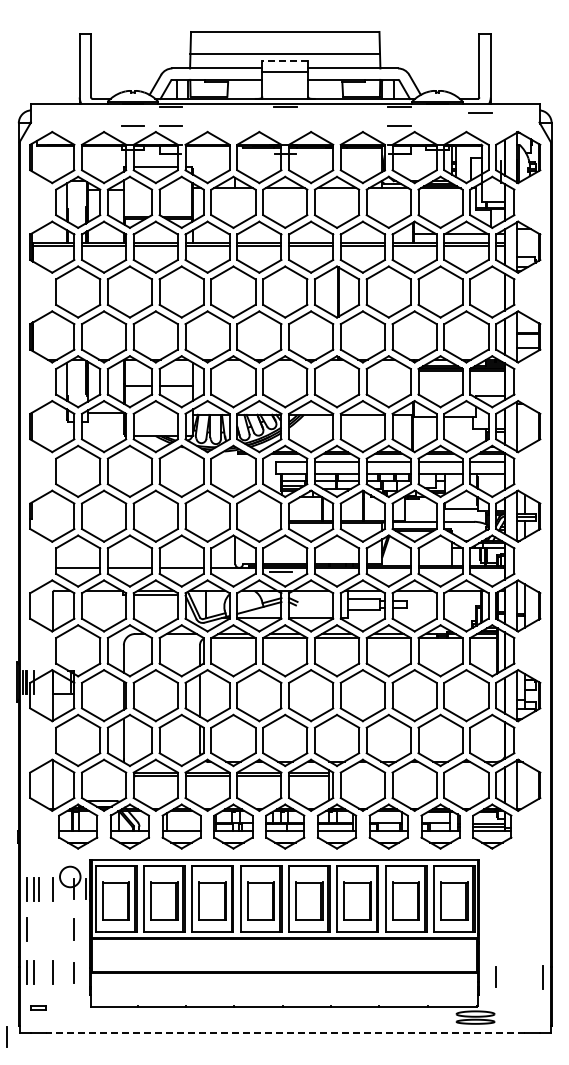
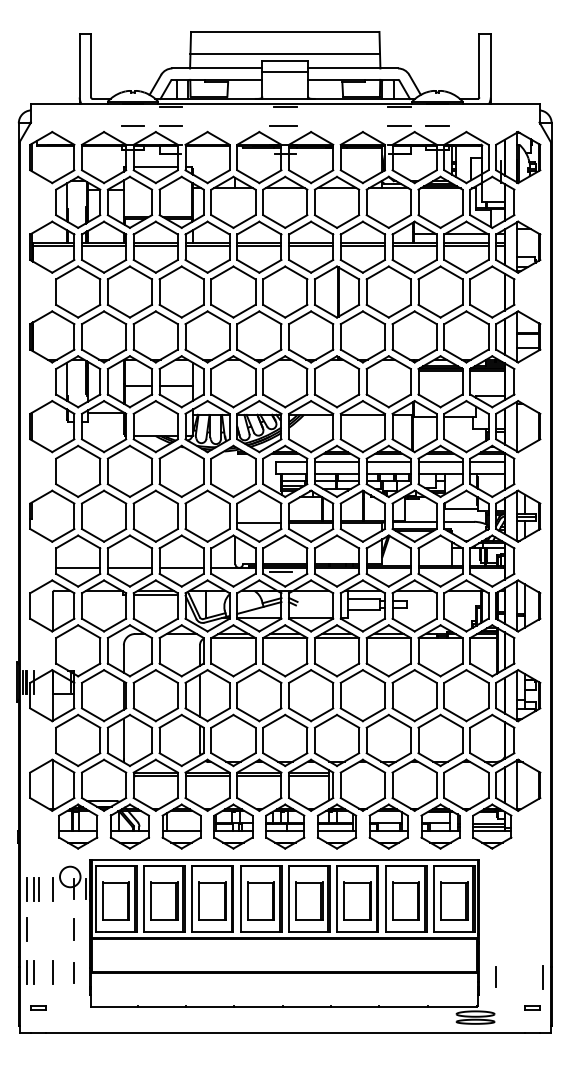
line at (285, 60): dashed -> solid
line at (480, 112) position: (480, 112) -> (437, 125)
line at (283, 125): none -> present
line at (259, 522): none -> present
part at (532, 1007): none -> present
line at (284, 1033): dashed -> solid
line at (6, 1036): present -> none
